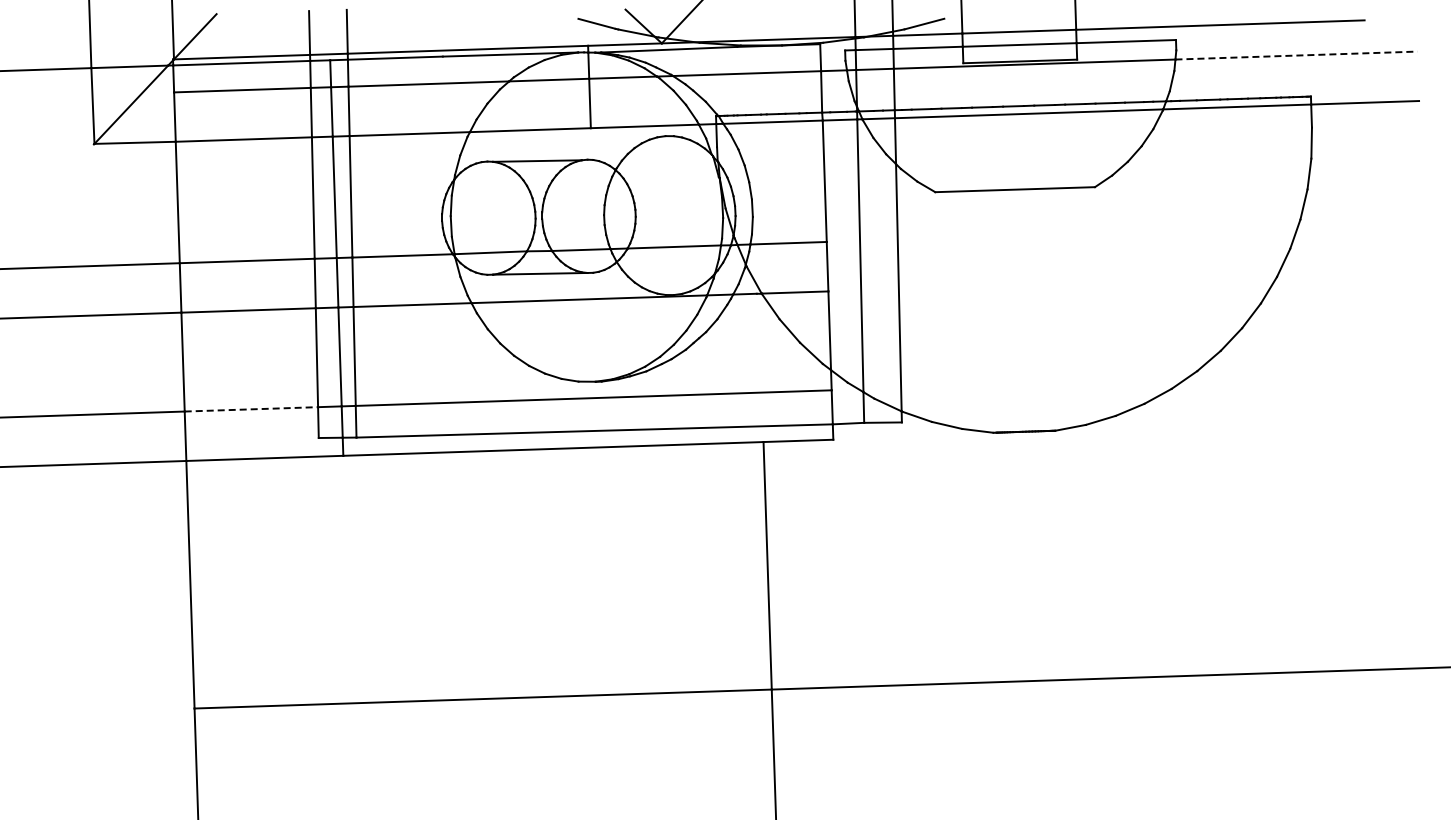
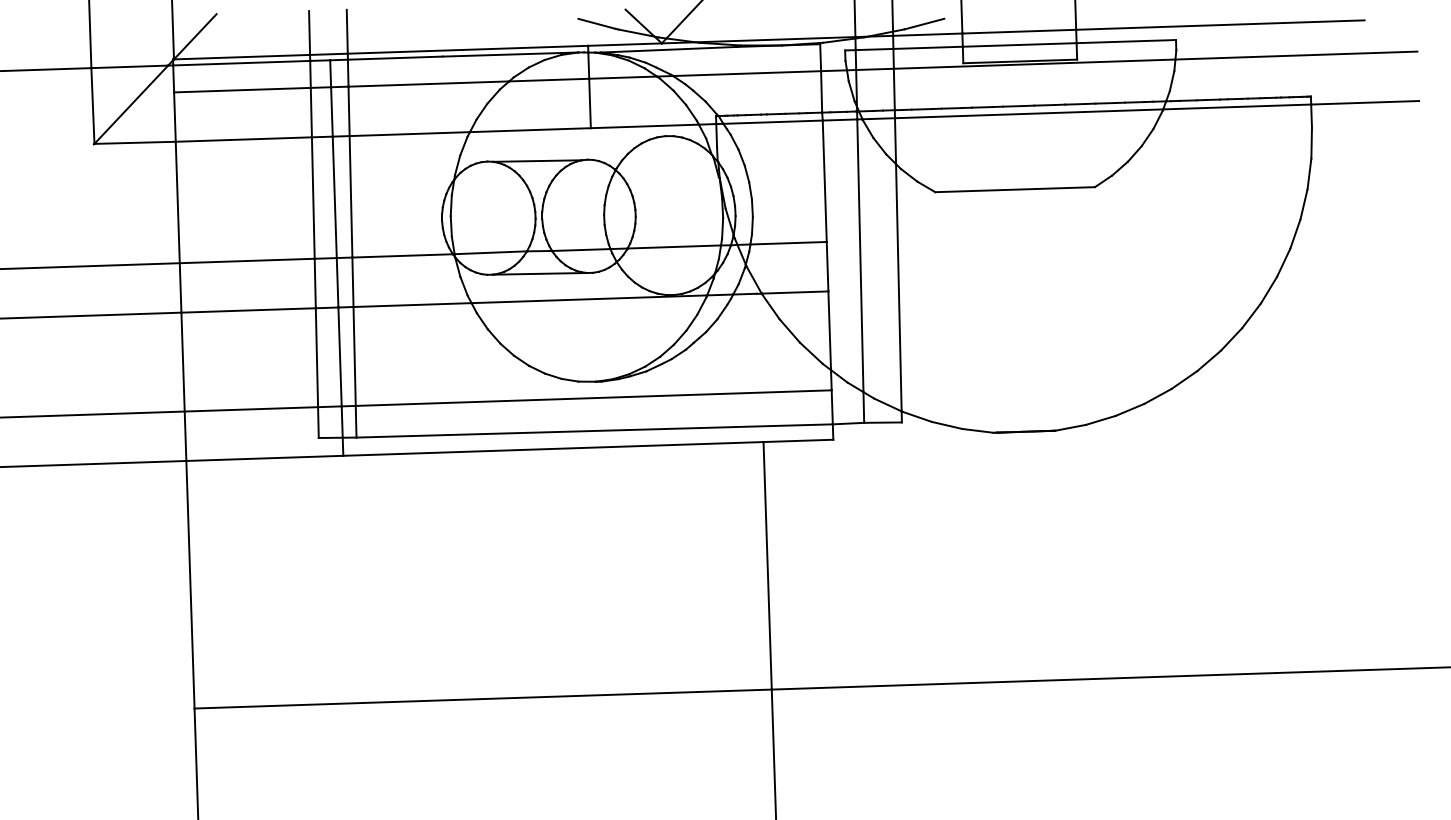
line at (1296, 55): dashed -> solid
line at (251, 409): dashed -> solid
